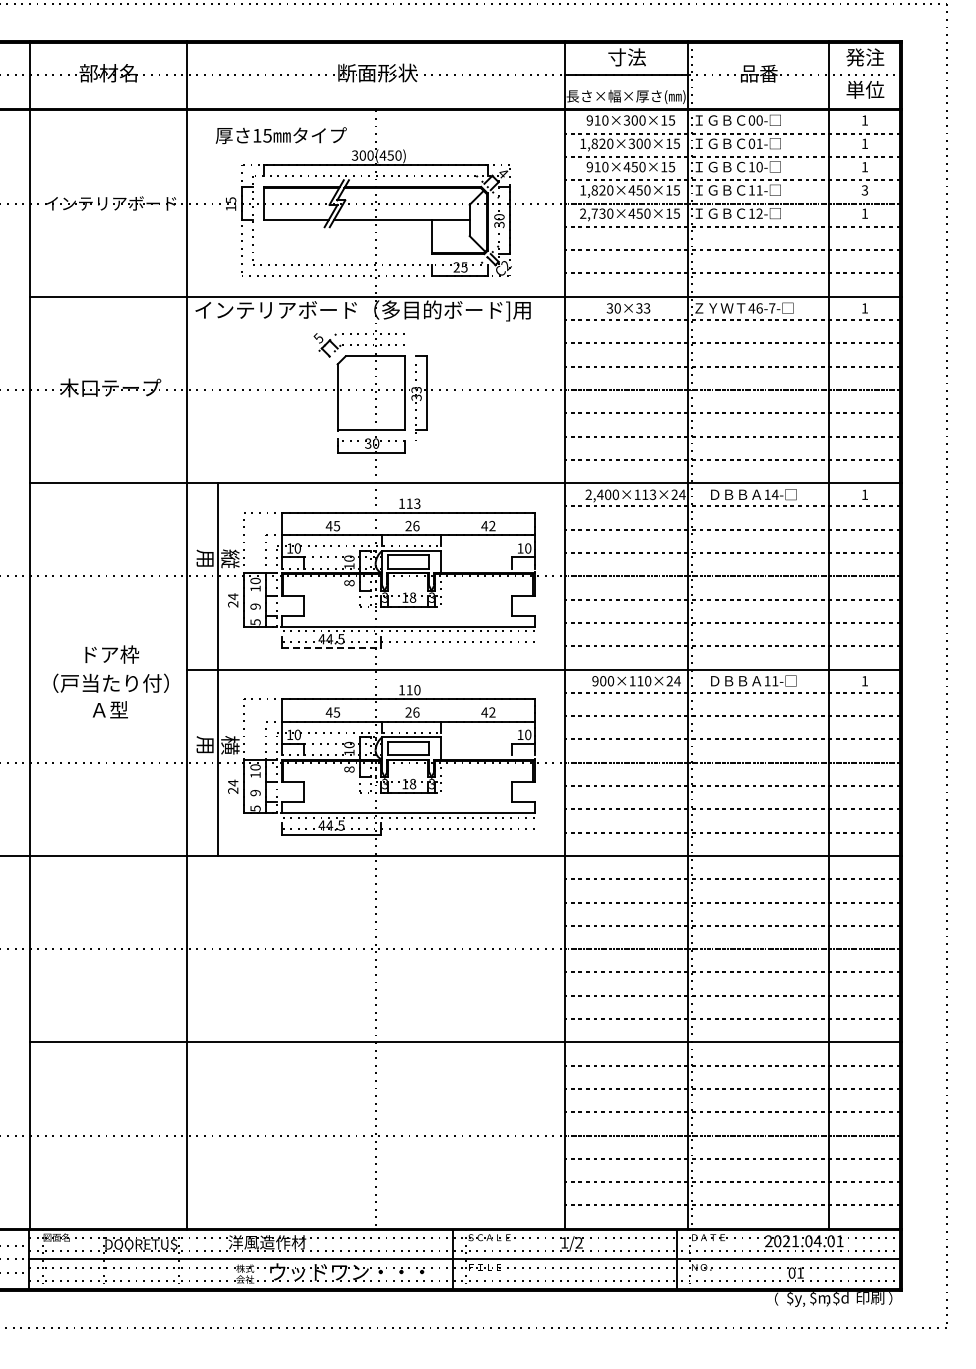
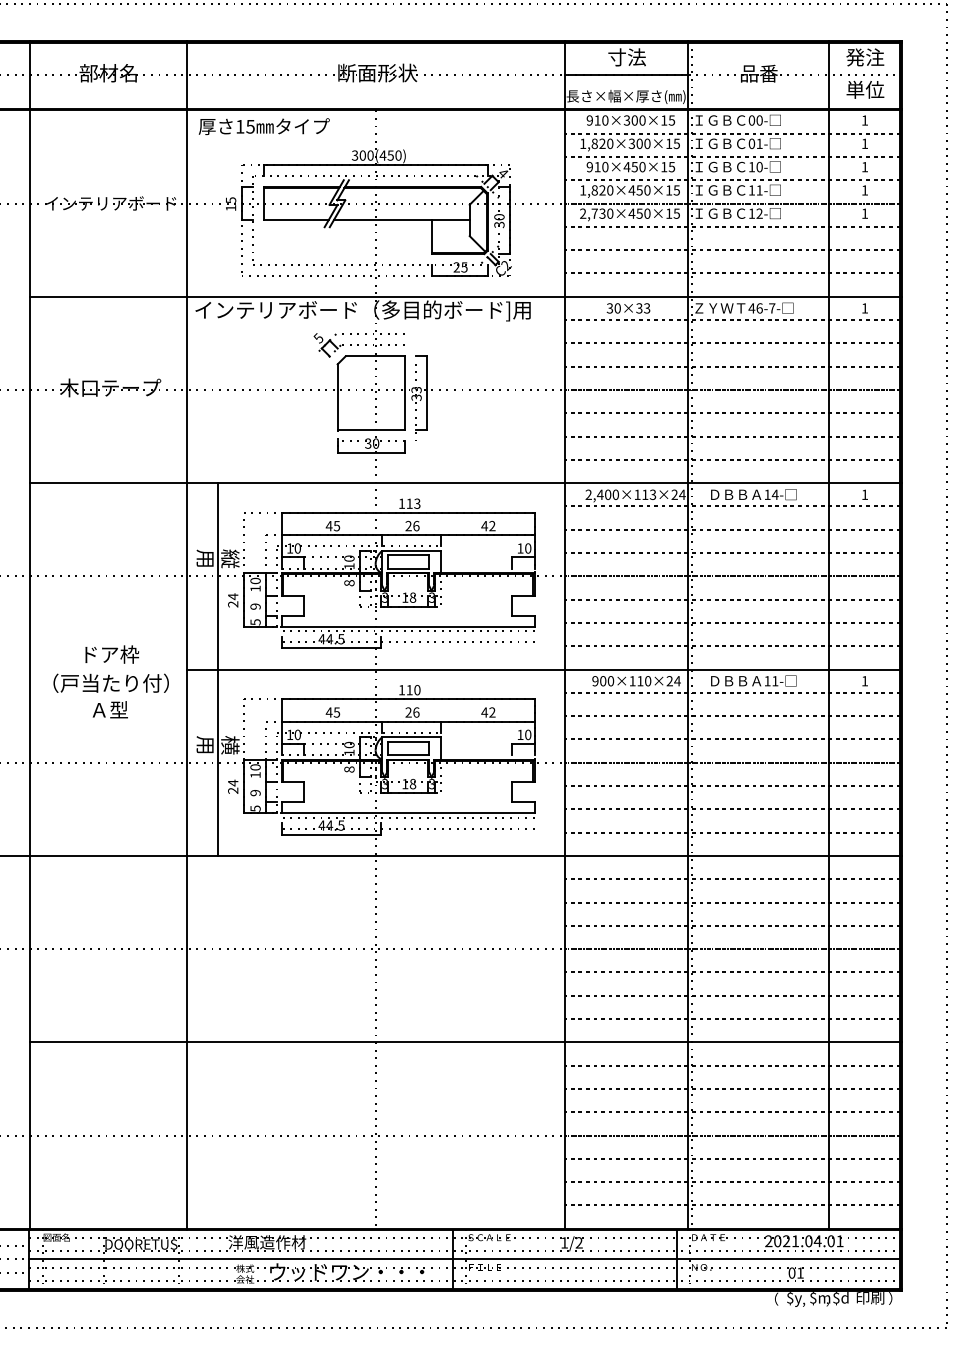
text at (280, 135) position: (280, 135) -> (263, 126)
text at (864, 190): 3 -> 1
line at (331, 648): dashed -> solid
